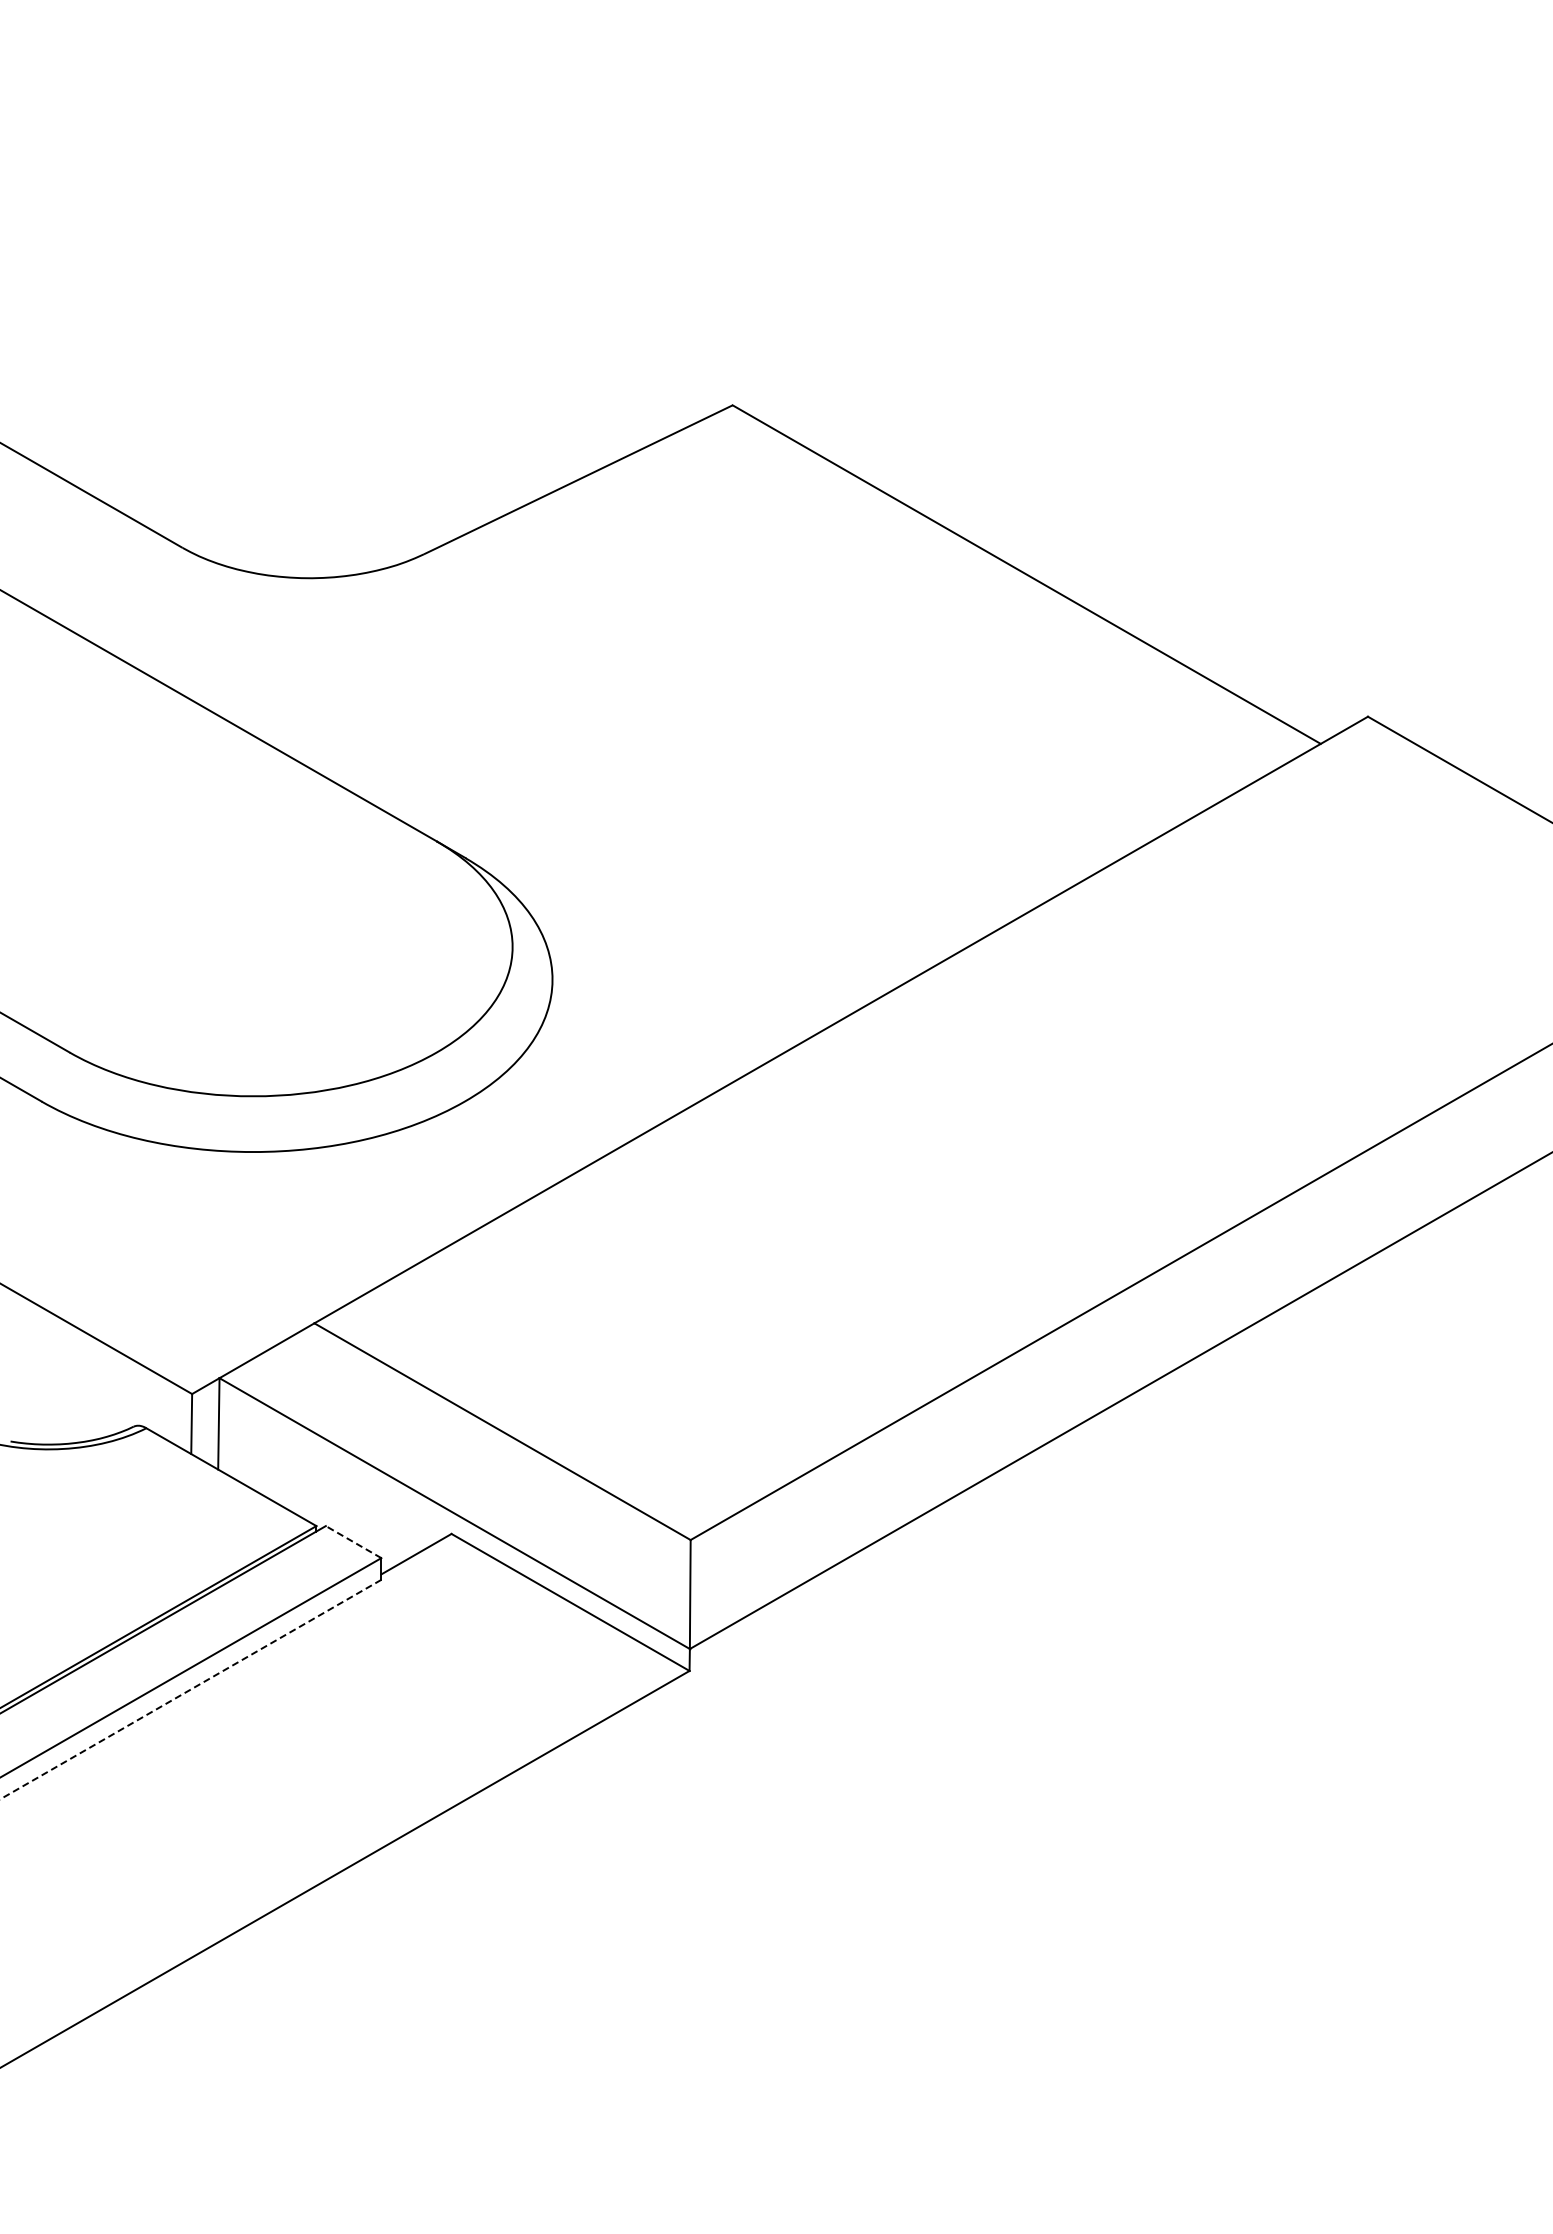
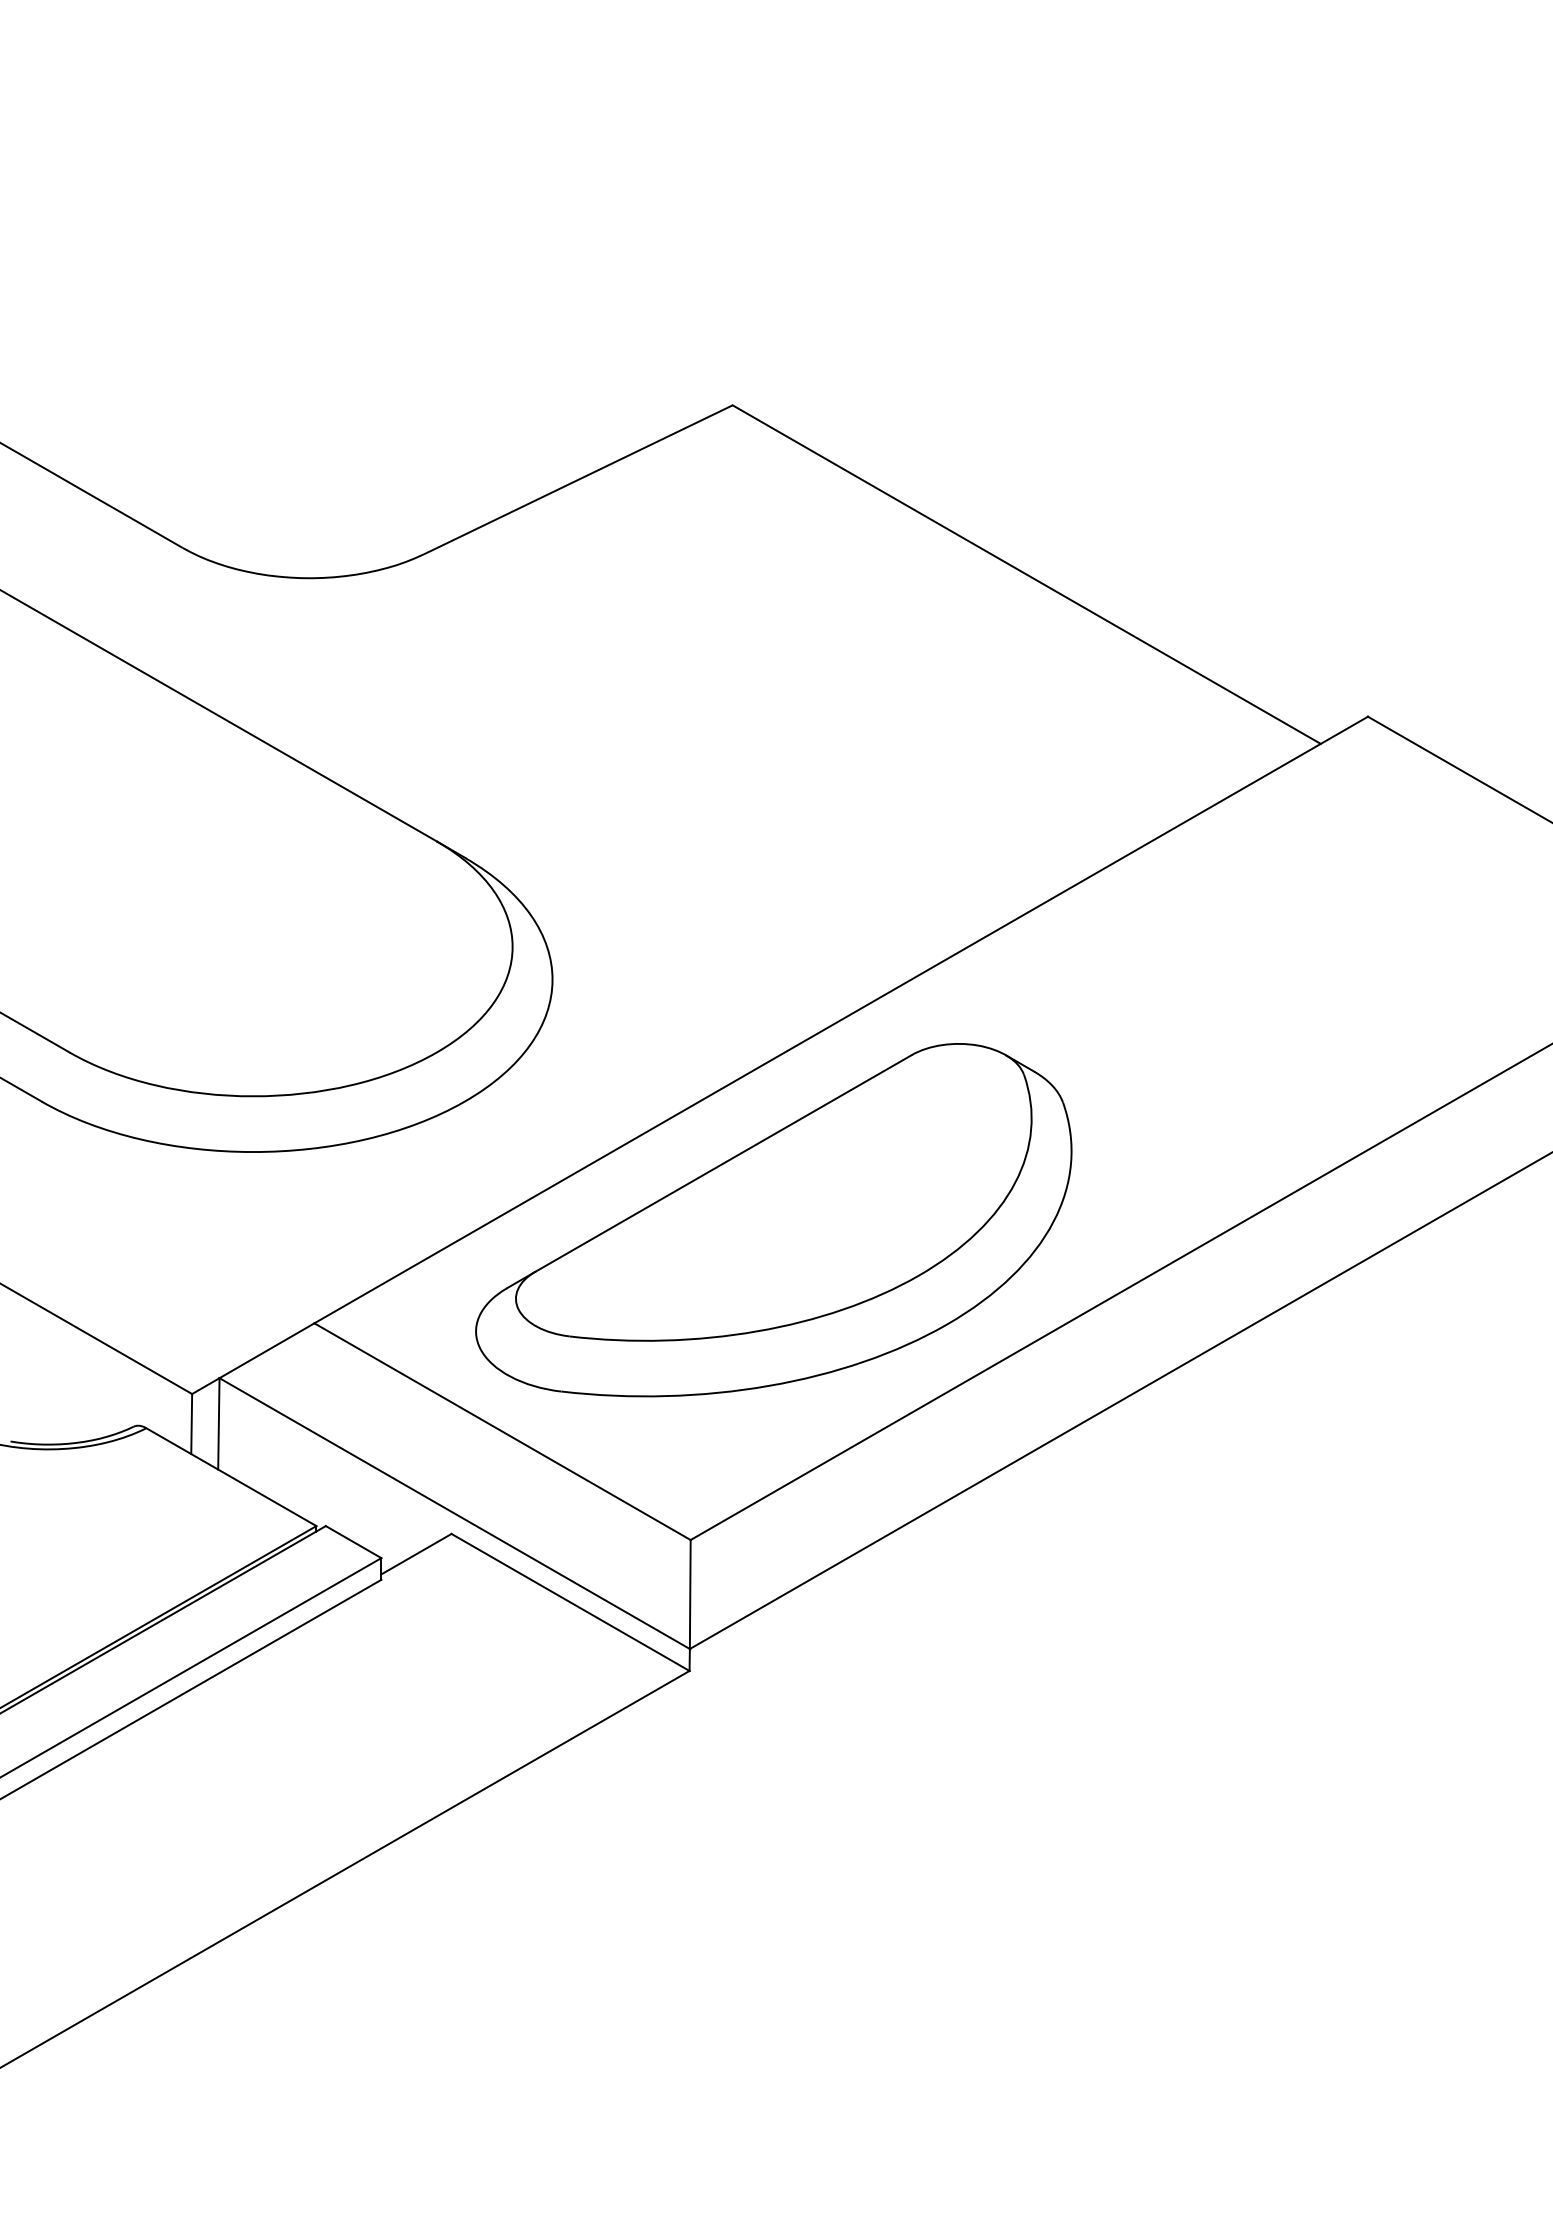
part at (773, 1220): none -> present
line at (353, 1541): dashed -> solid
line at (190, 1689): dashed -> solid
